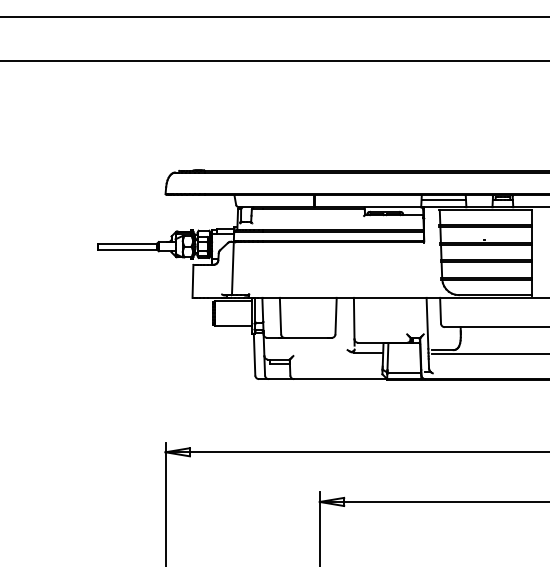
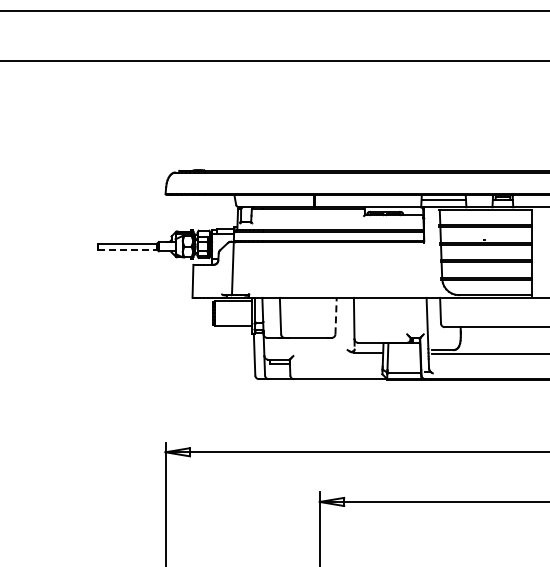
line at (274, 17) position: (274, 17) -> (274, 11)
line at (128, 249): solid -> dashed
line at (336, 315): solid -> dashed
